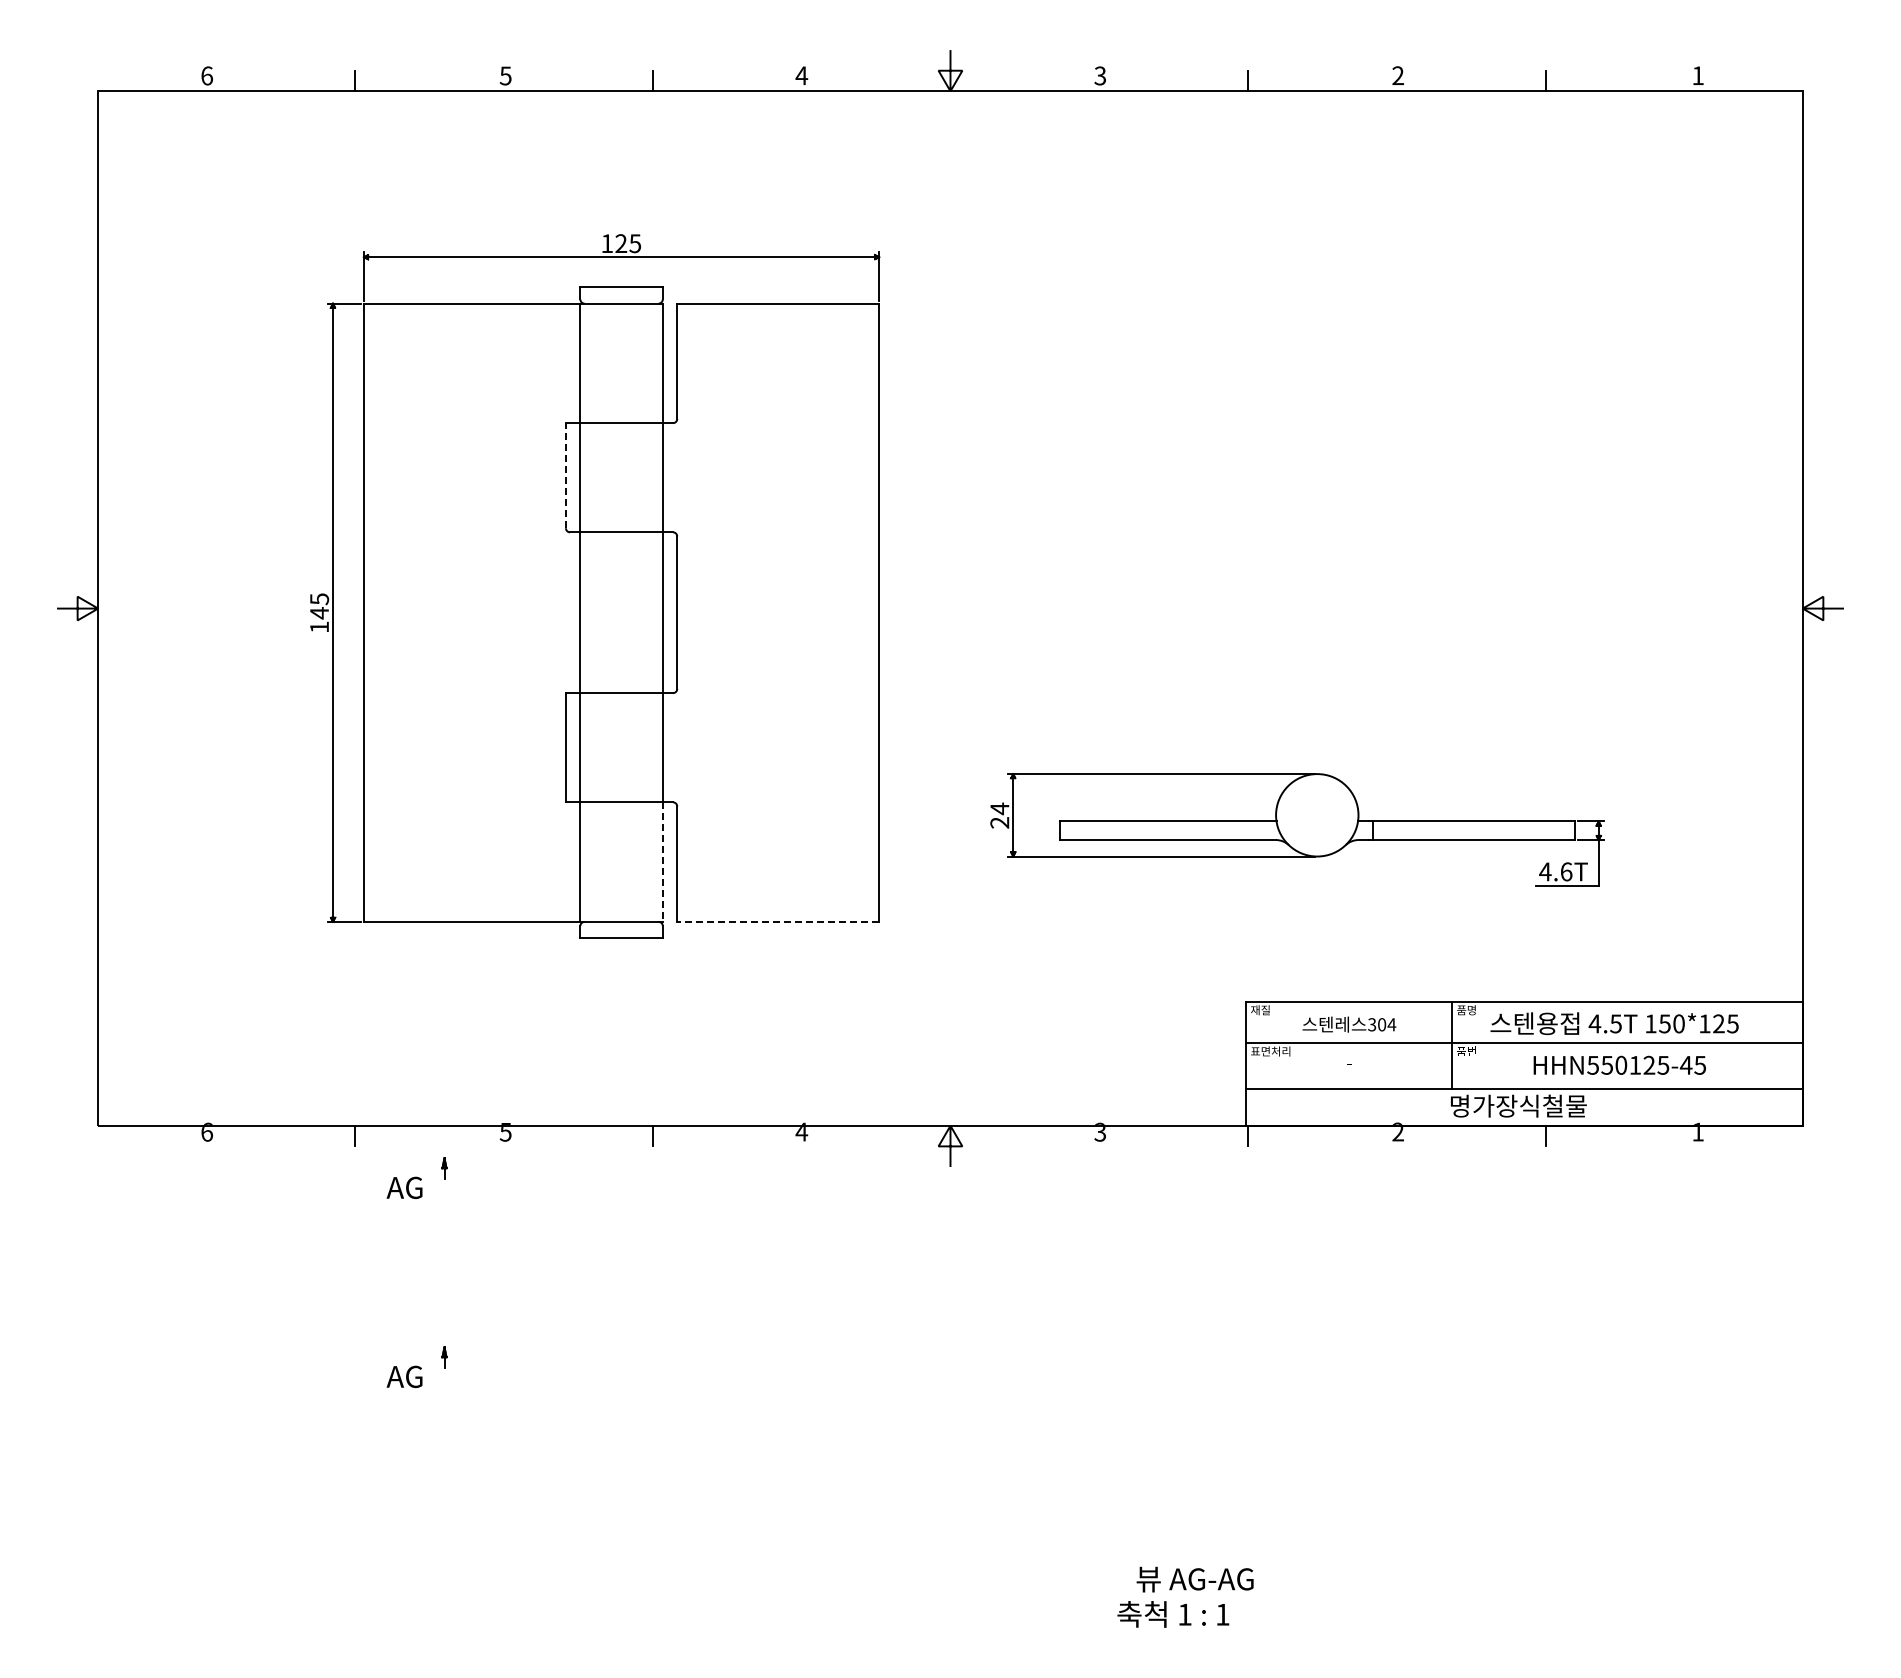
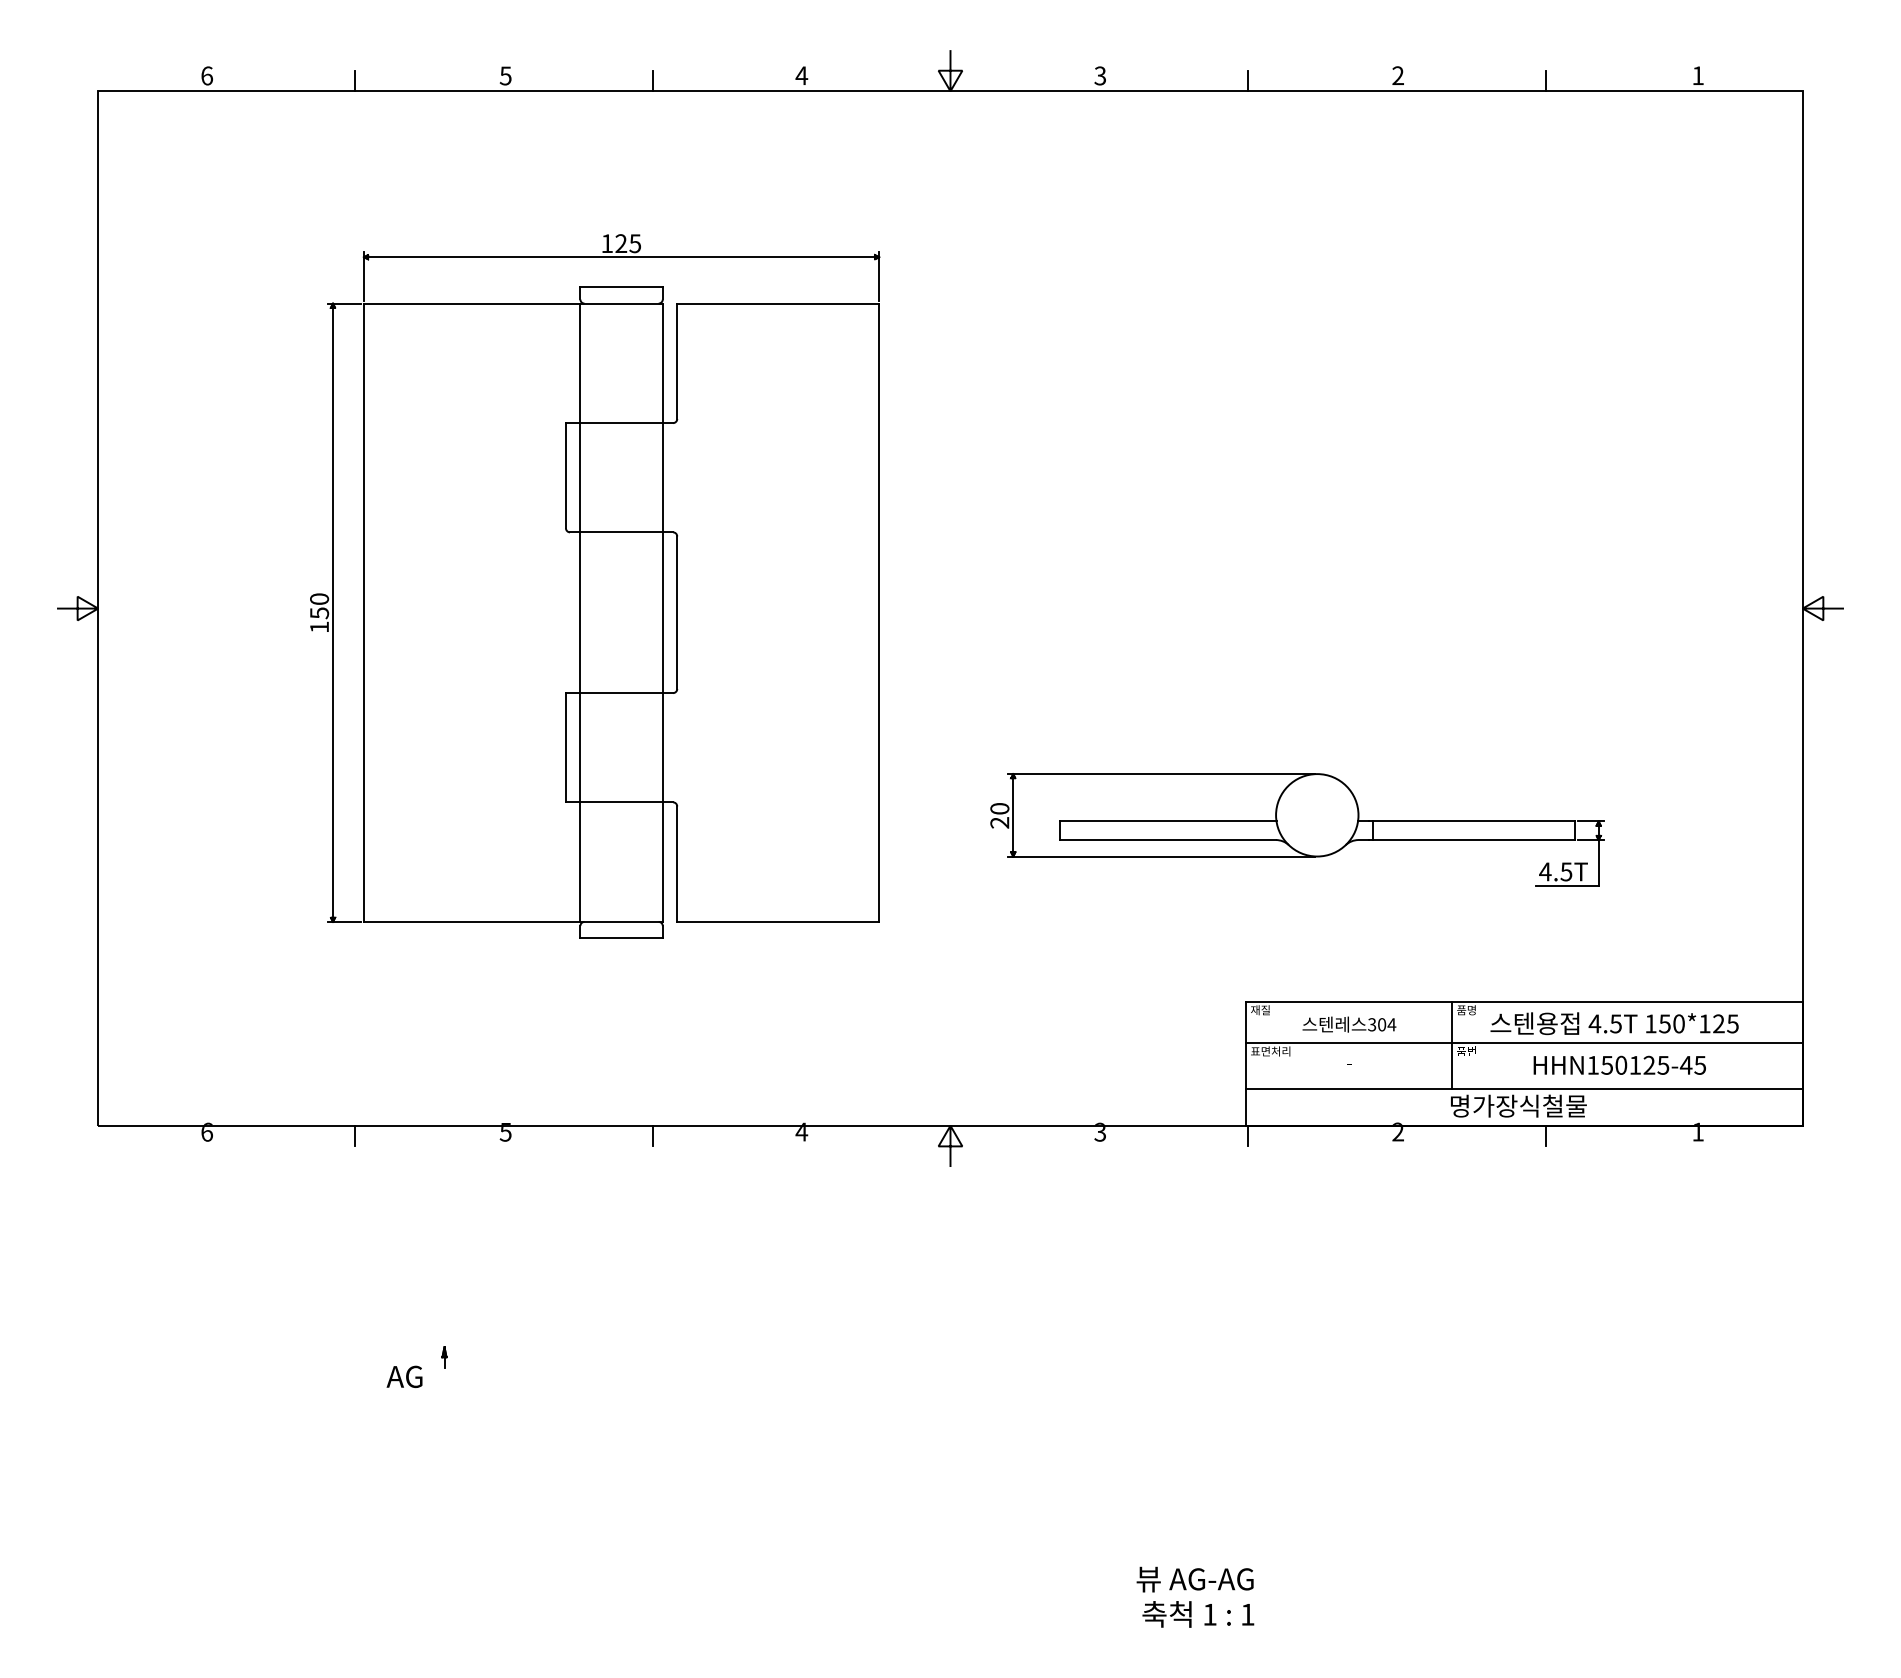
line at (565, 475): dashed -> solid
text at (319, 606): 145 -> 150
text at (999, 808): 24 -> 20
line at (662, 862): dashed -> solid
text at (1566, 871): 4.6T -> 4.5T
line at (778, 921): dashed -> solid
text at (1592, 1065): HHN550125-45 -> HHN150125-45
part at (416, 1177): present -> none
text at (1173, 1614) position: (1173, 1614) -> (1198, 1614)
